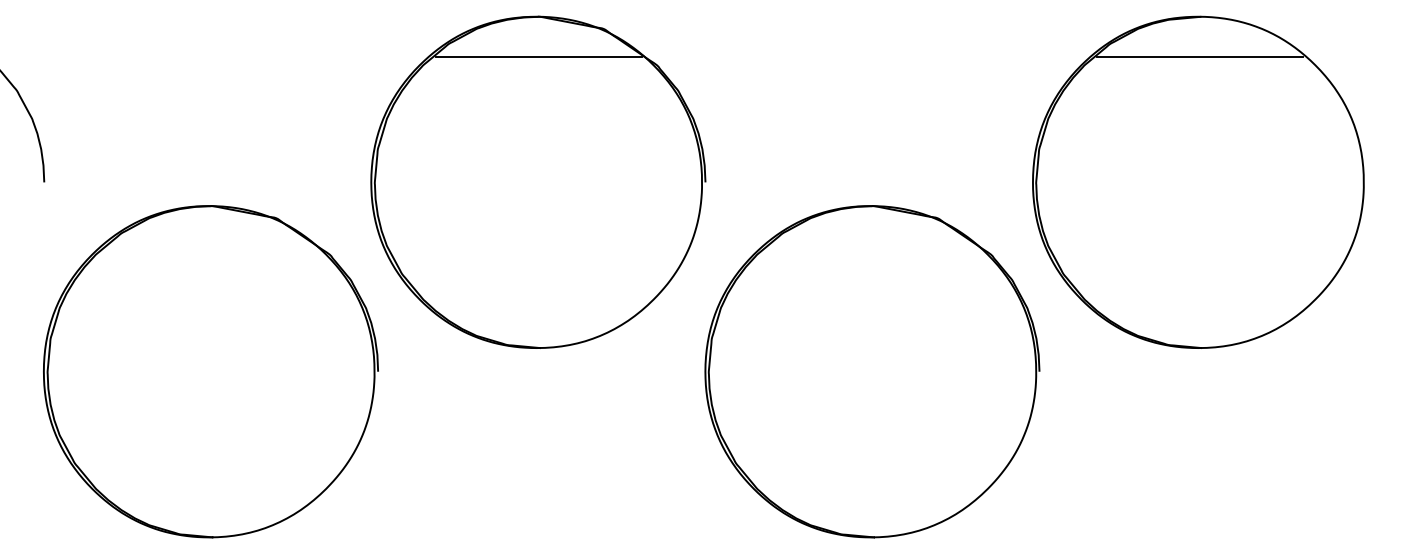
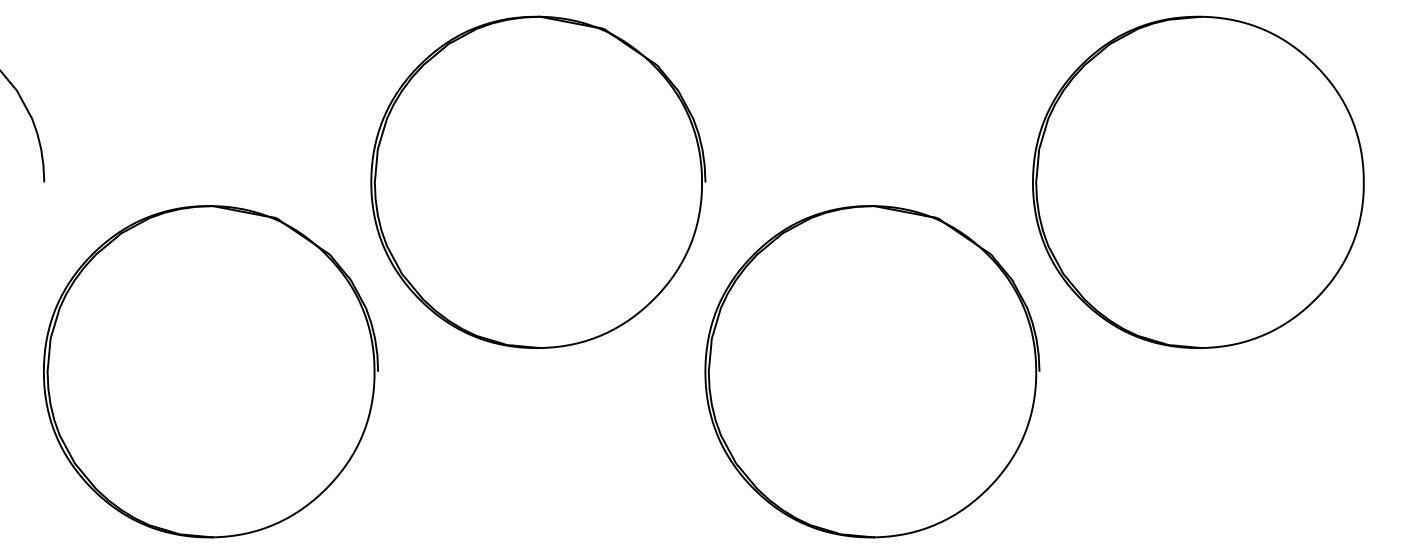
line at (538, 56): present -> none
line at (1200, 56): present -> none
